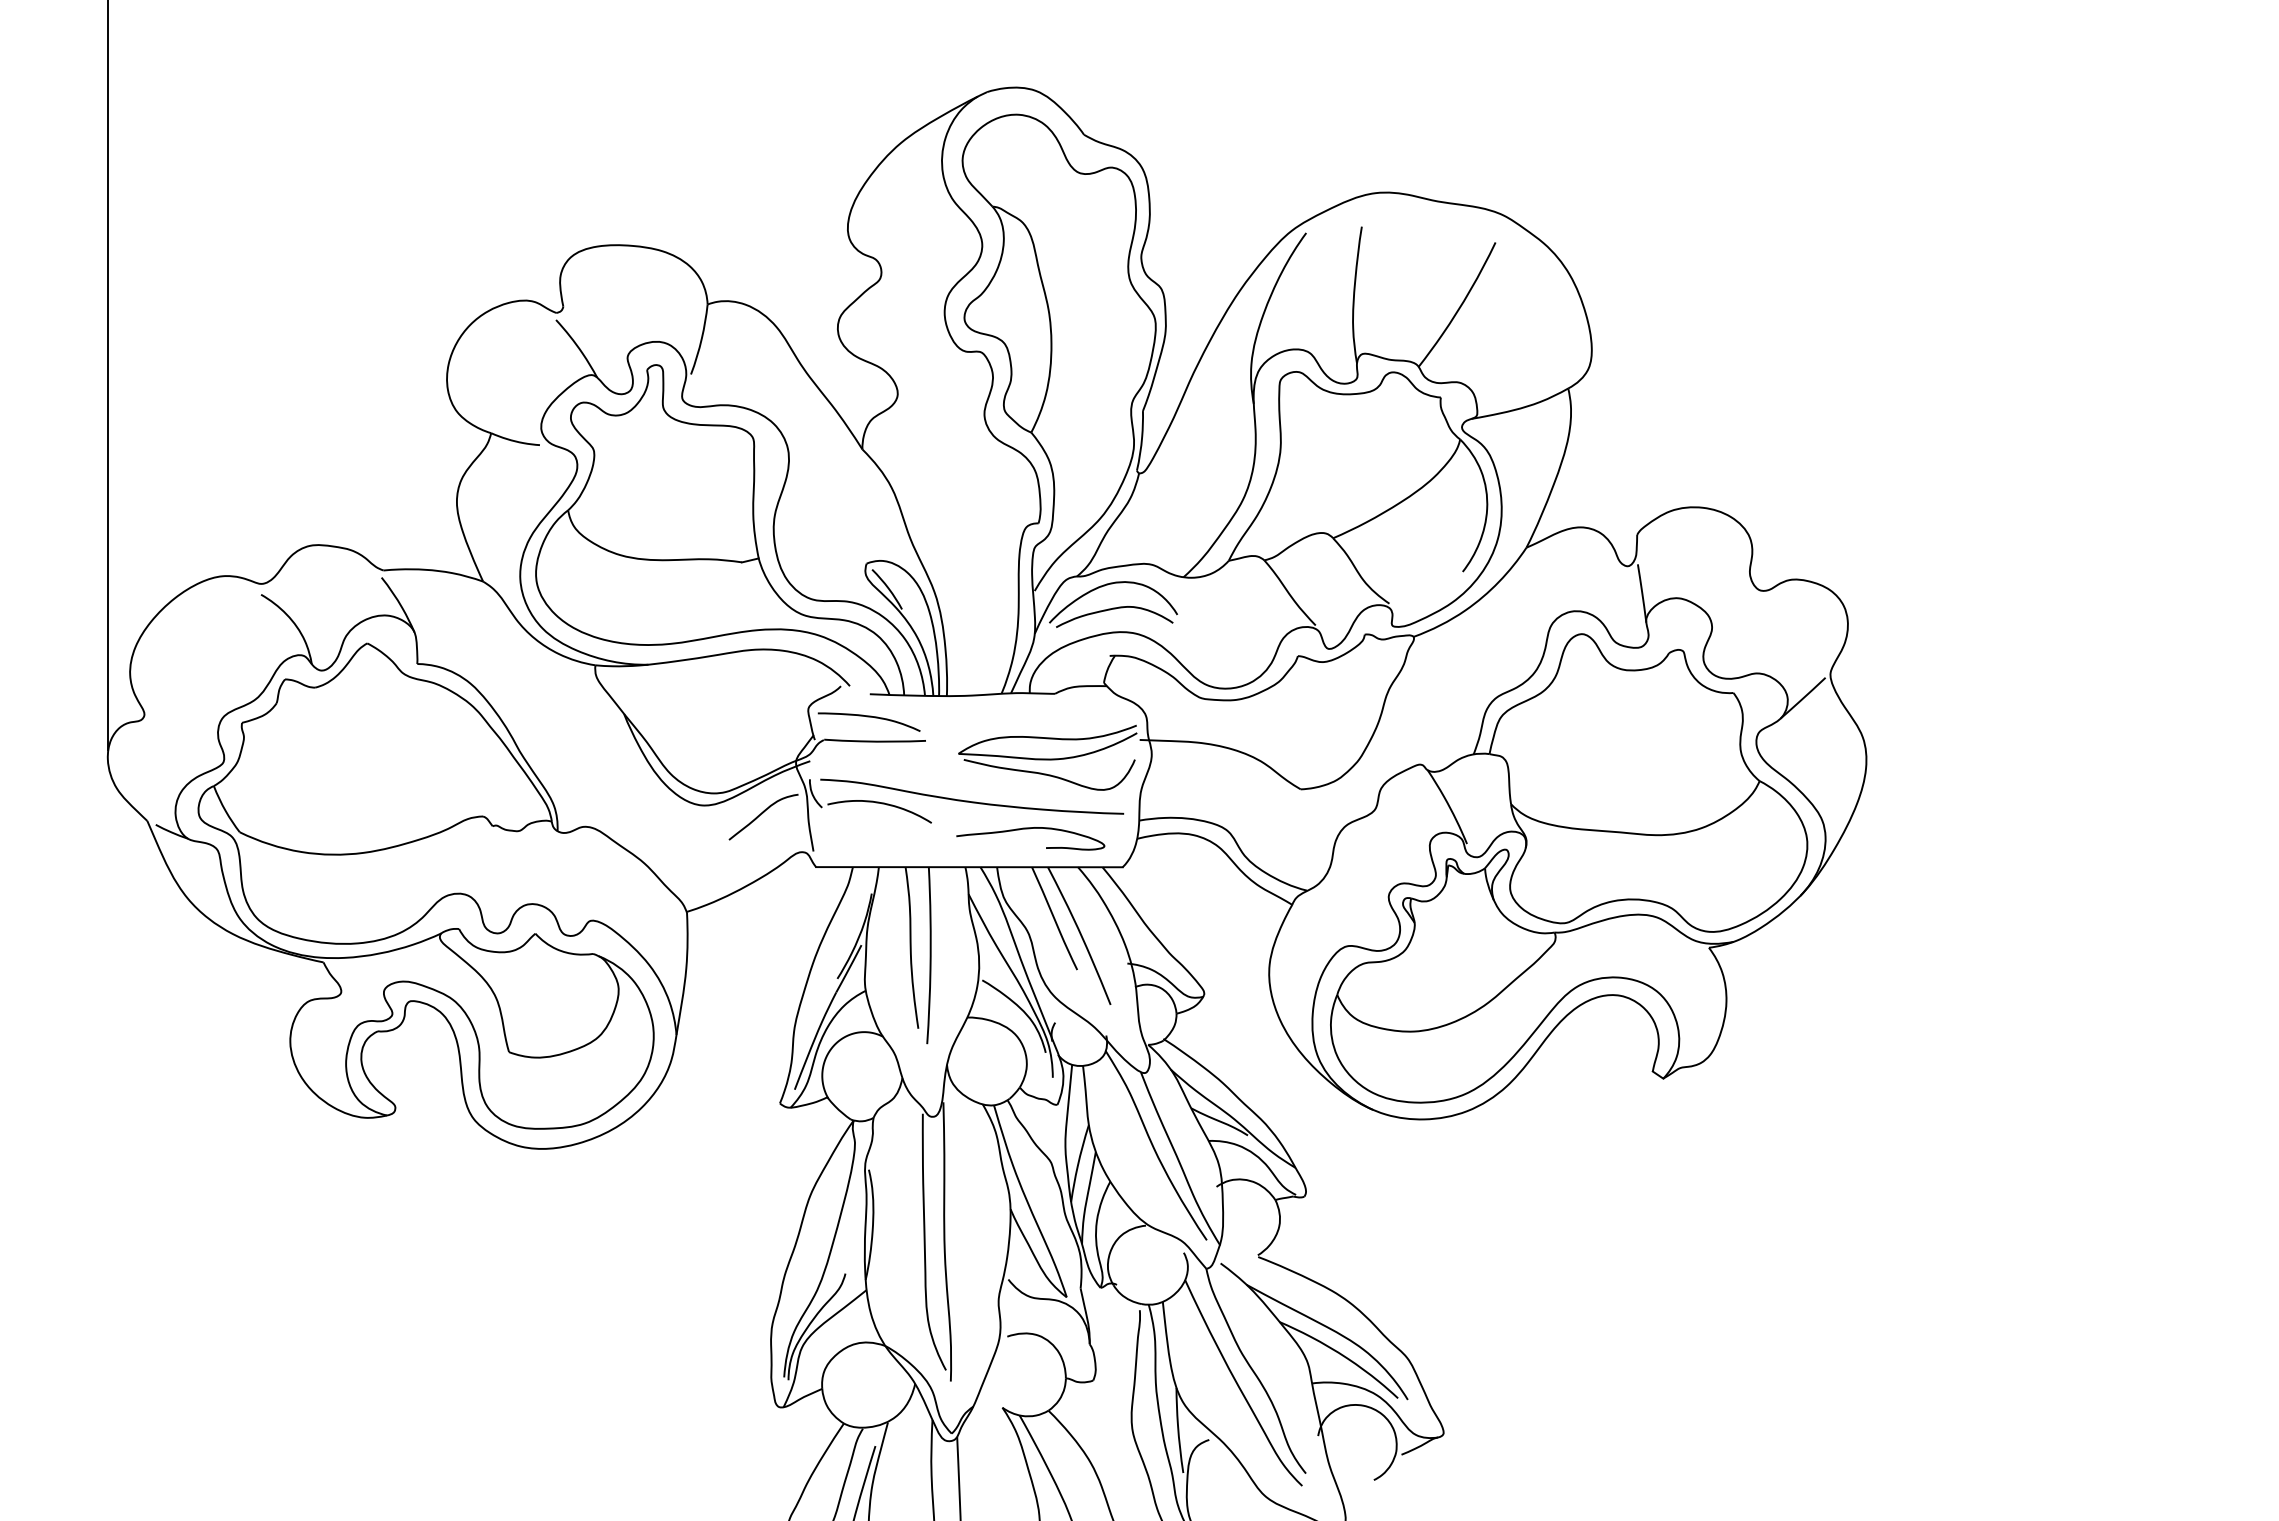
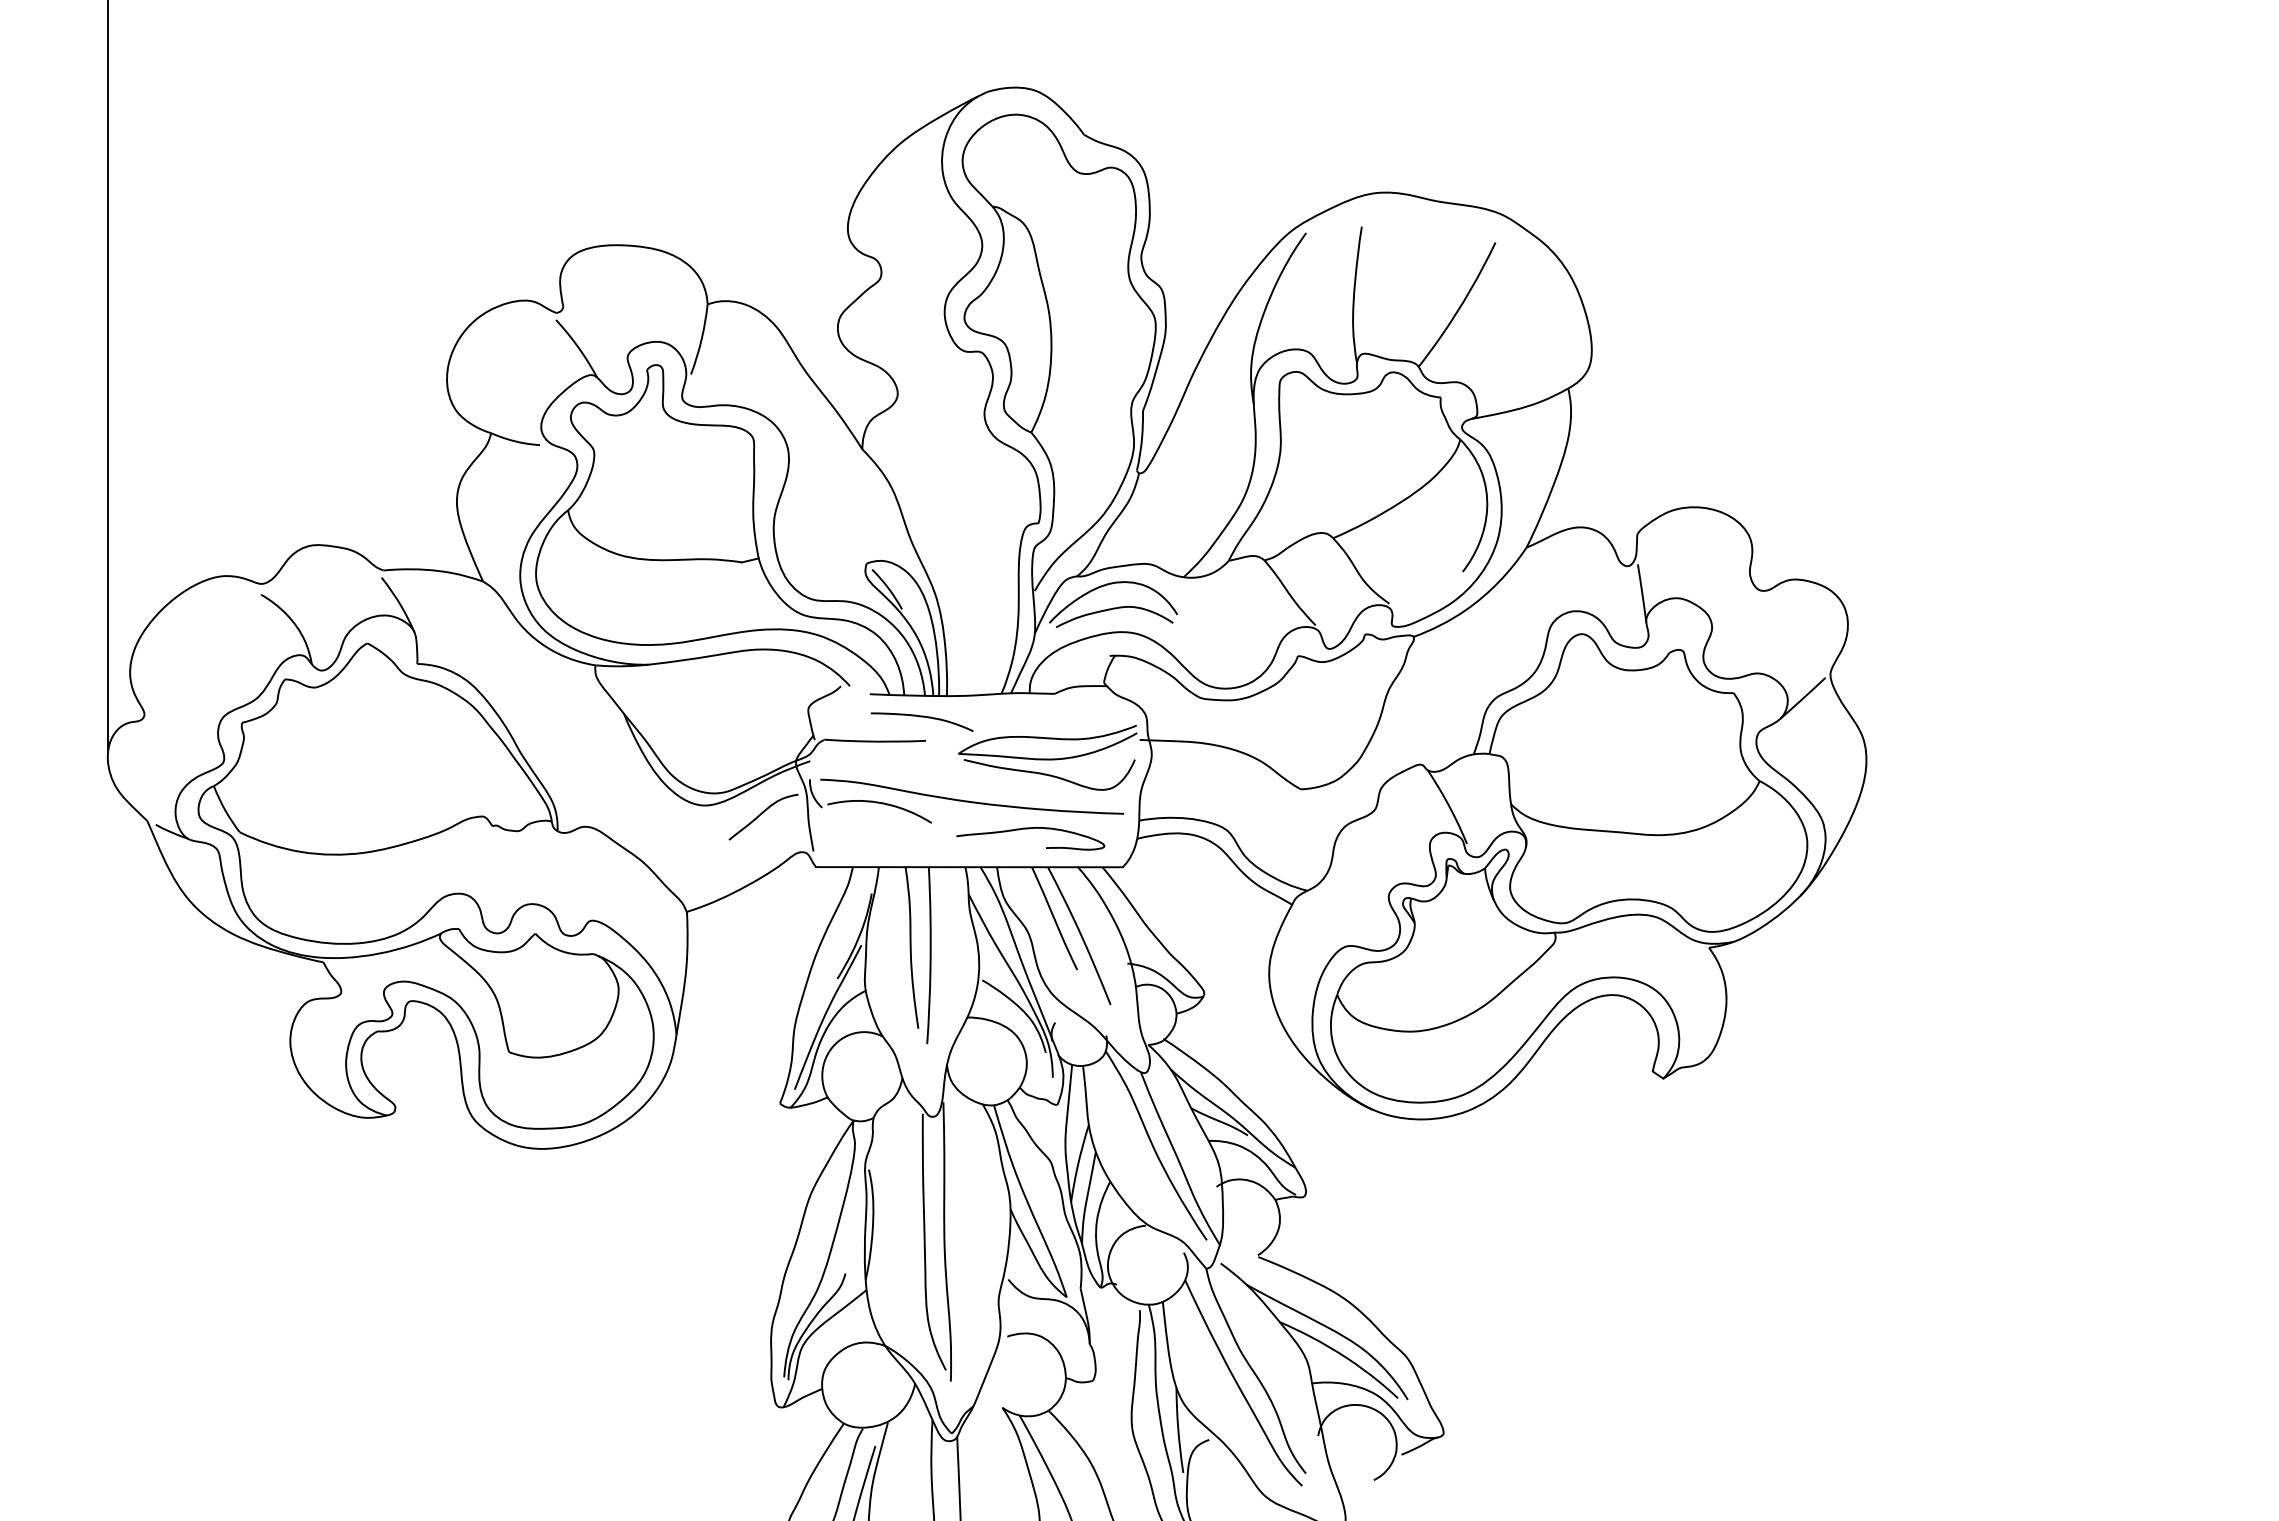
curve at (868, 717) position: (868, 717) -> (921, 717)
